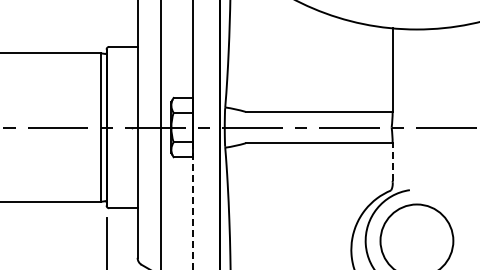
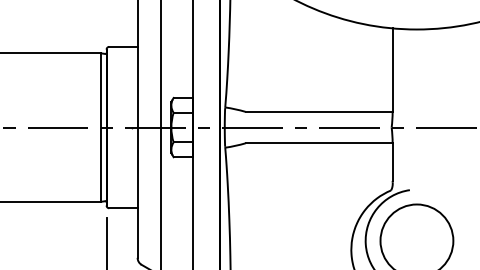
line at (392, 162): dashed -> solid
line at (192, 205): dashed -> solid
